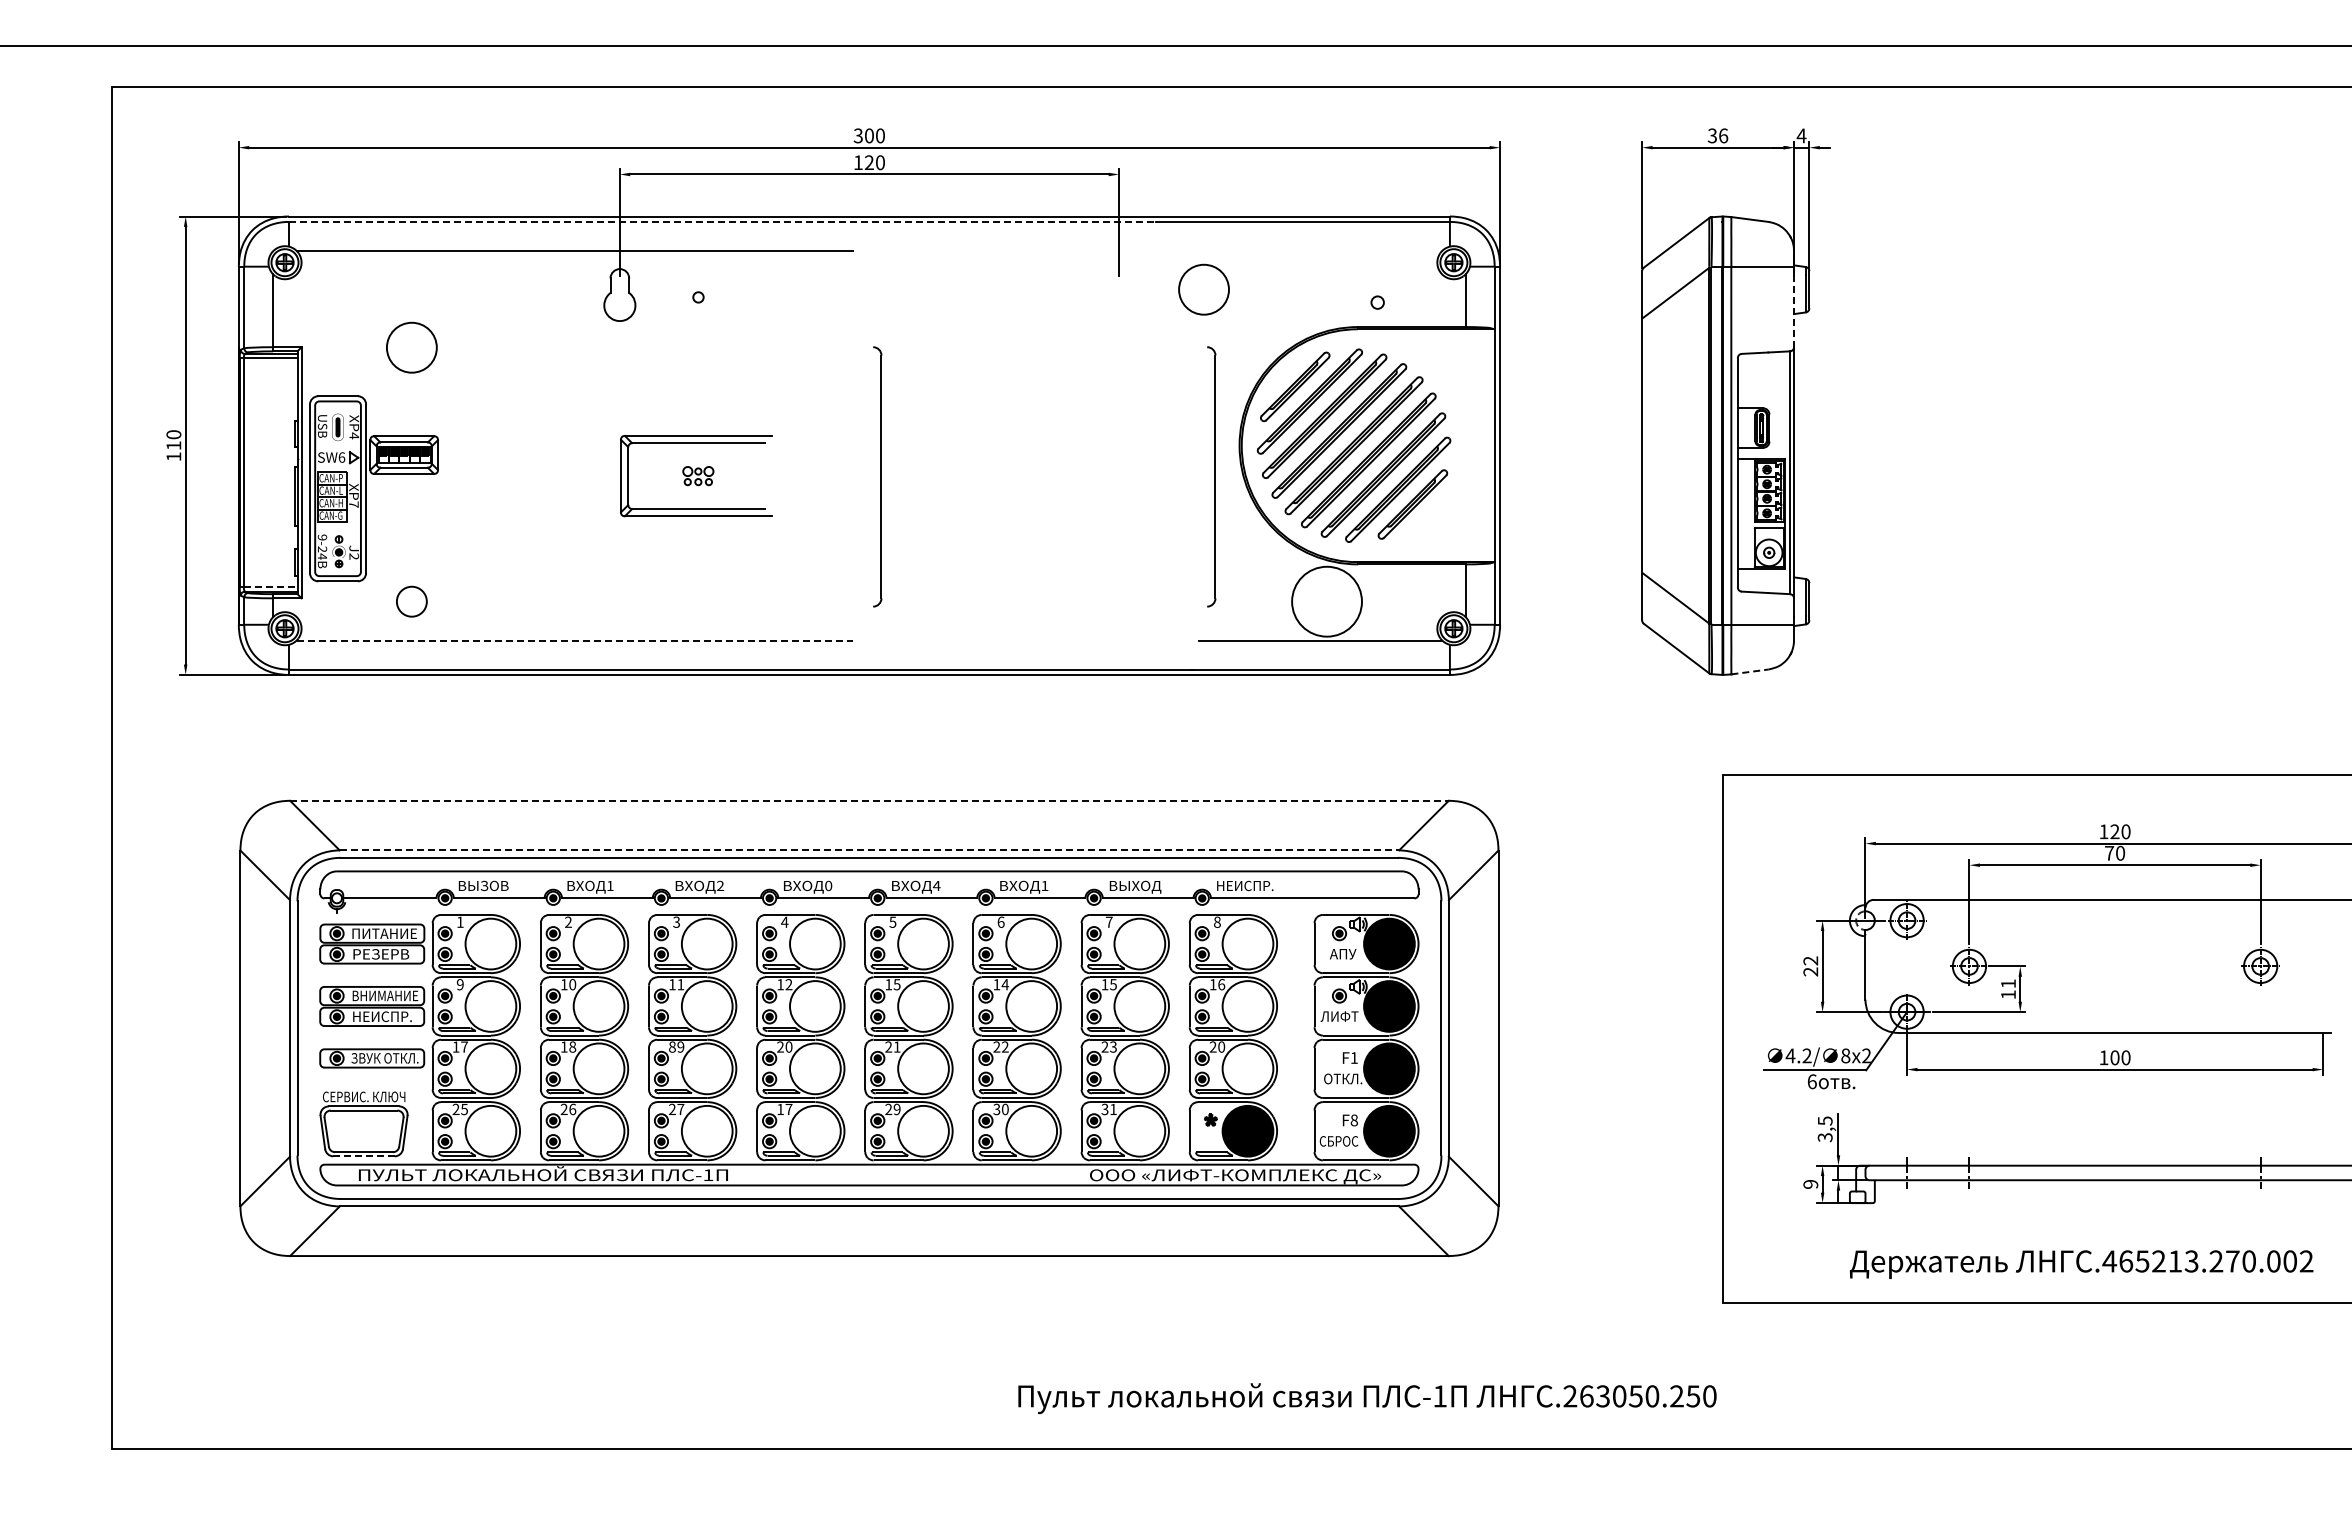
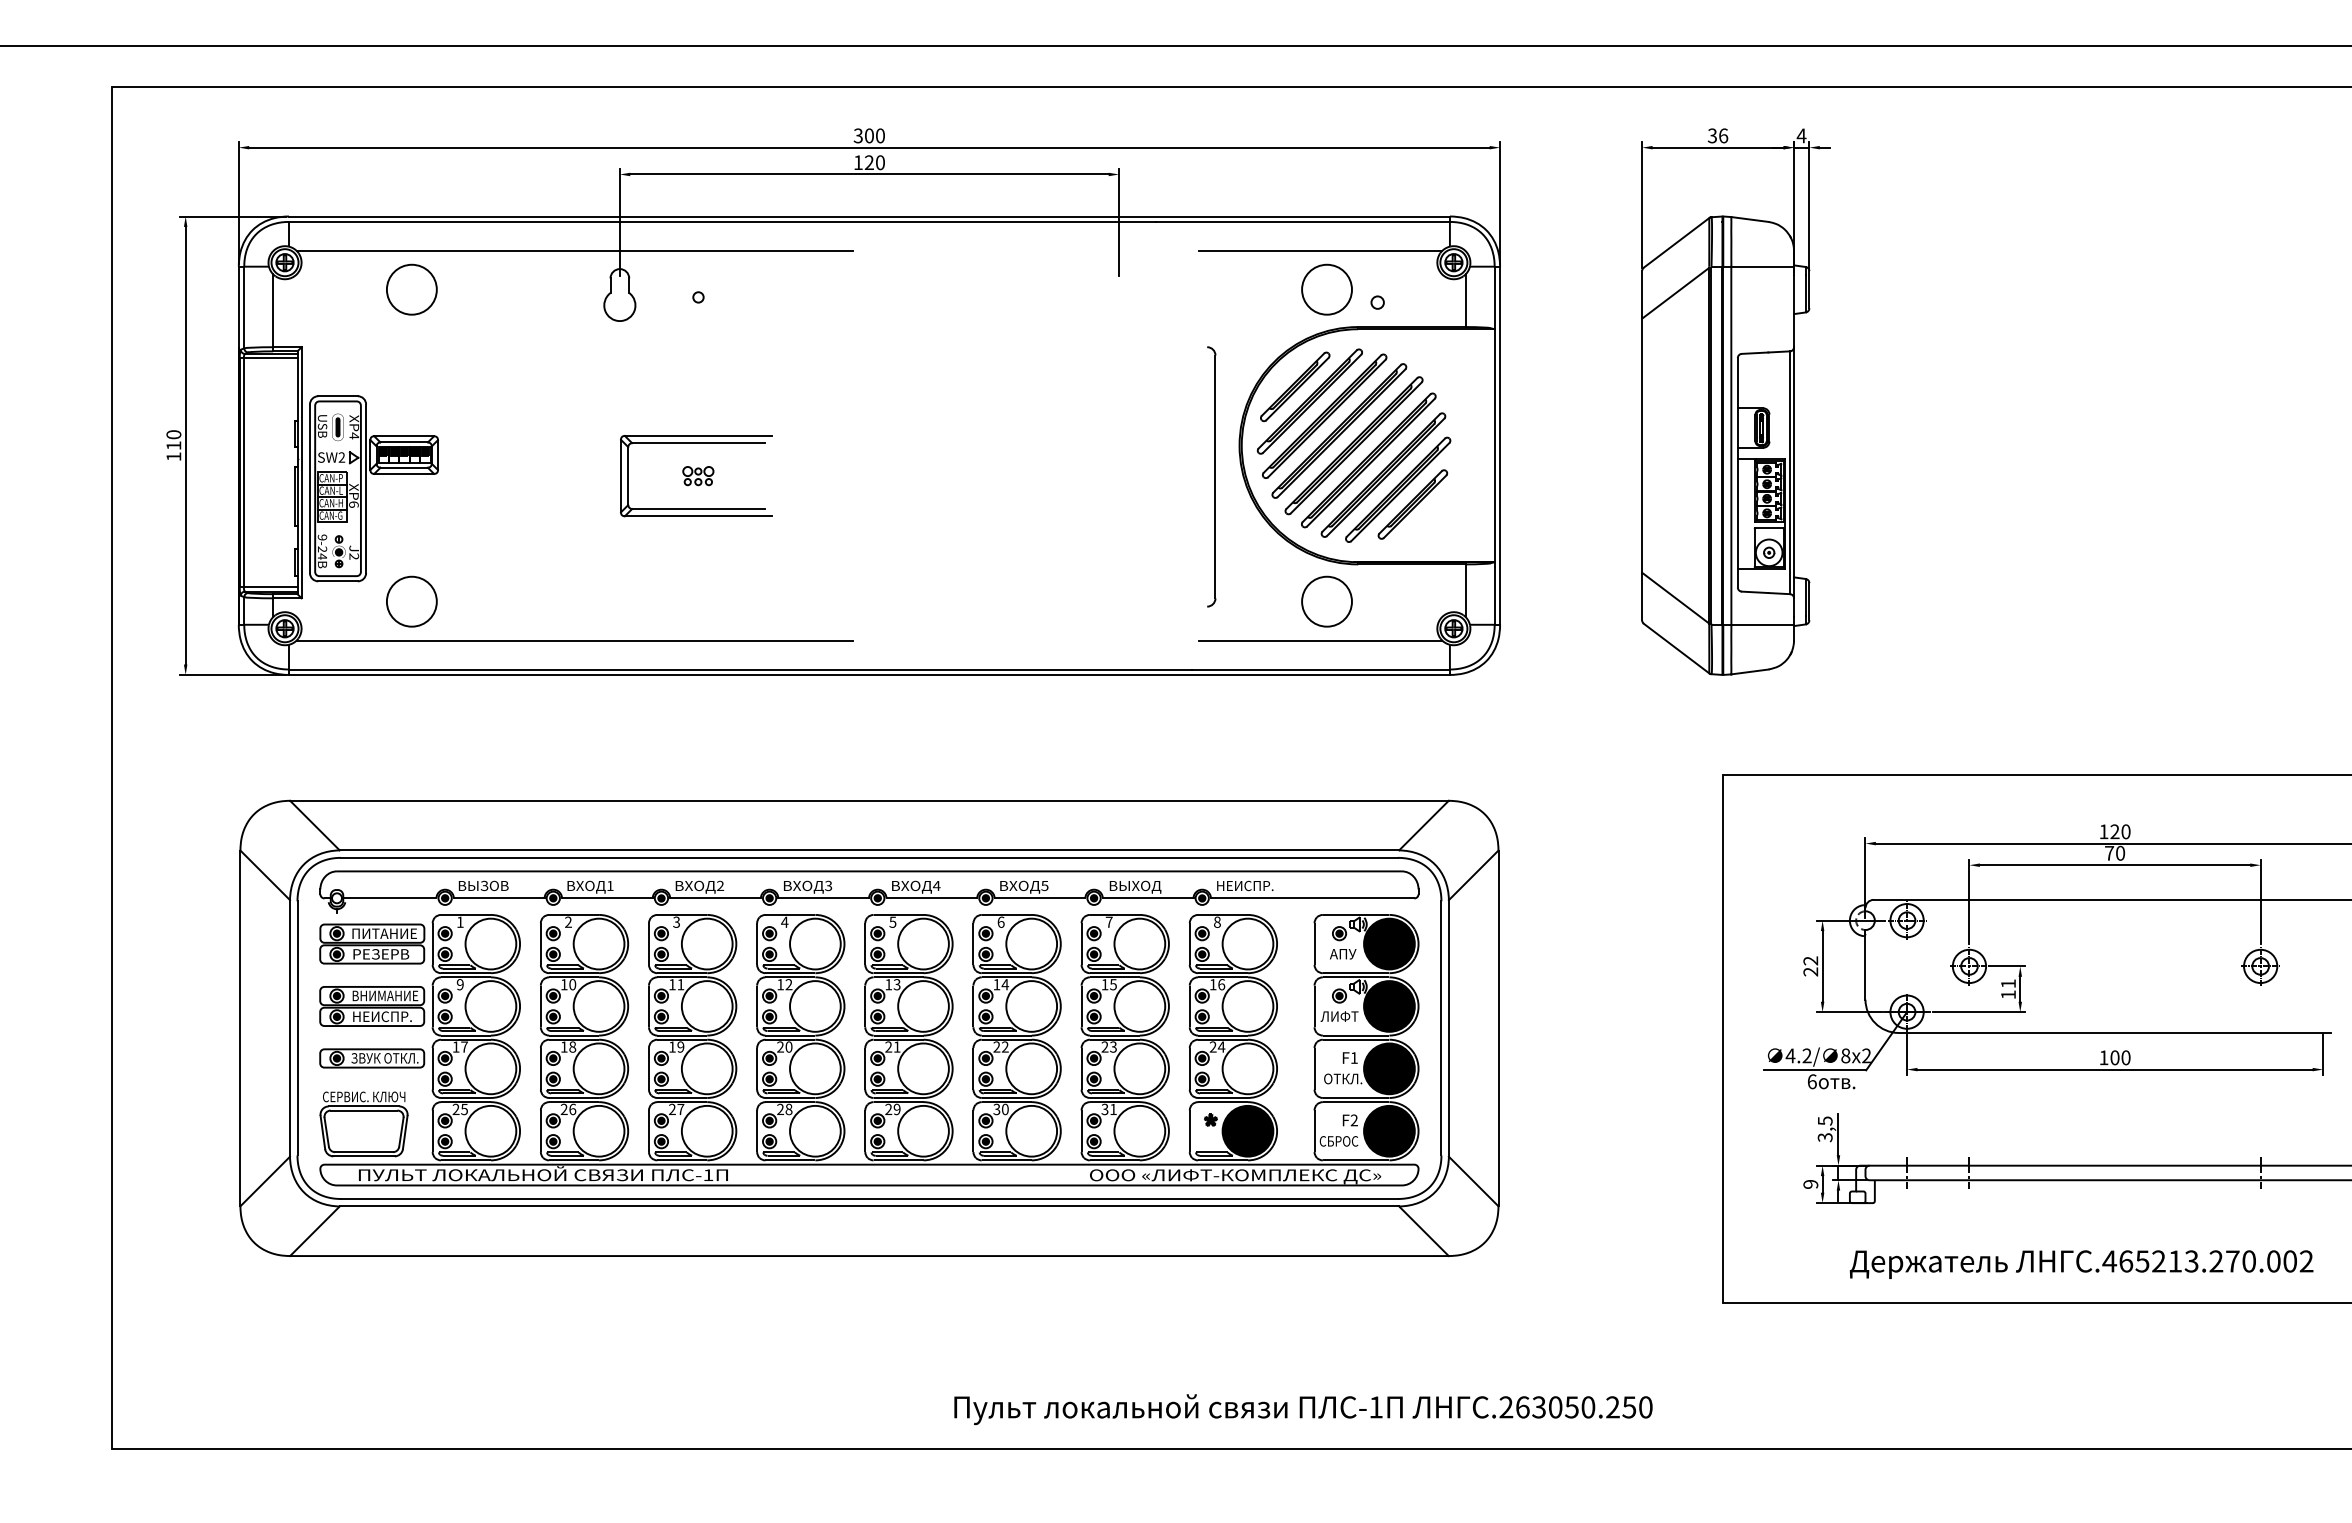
line at (722, 221): dashed -> solid
line at (1320, 250): none -> present
circle at (1203, 289) position: (1203, 289) -> (1326, 289)
line at (1794, 311): dashed -> solid
circle at (411, 347) position: (411, 347) -> (411, 289)
text at (341, 457): SW6 -> SW2
part at (877, 476): present -> none
text at (353, 504): XP7 -> XP6
line at (270, 587): dashed -> solid
circle at (411, 601) diameter: 30 px -> 50 px
circle at (1326, 601) diameter: 70 px -> 50 px
line at (575, 640): dashed -> solid
line at (1750, 671): dashed -> solid
line at (869, 800): dashed -> solid
line at (869, 850): dashed -> solid
text at (828, 885): 0 -> 3
text at (1044, 886): 1 -> 5
text at (897, 984): 15 -> 13
text at (672, 1046): 89 -> 19
text at (1221, 1046): 20 -> 24
text at (784, 1109): 17 -> 28
text at (1353, 1120): F8 -> F2
line at (364, 1156): dashed -> solid
text at (1367, 1398) position: (1367, 1398) -> (1303, 1409)
